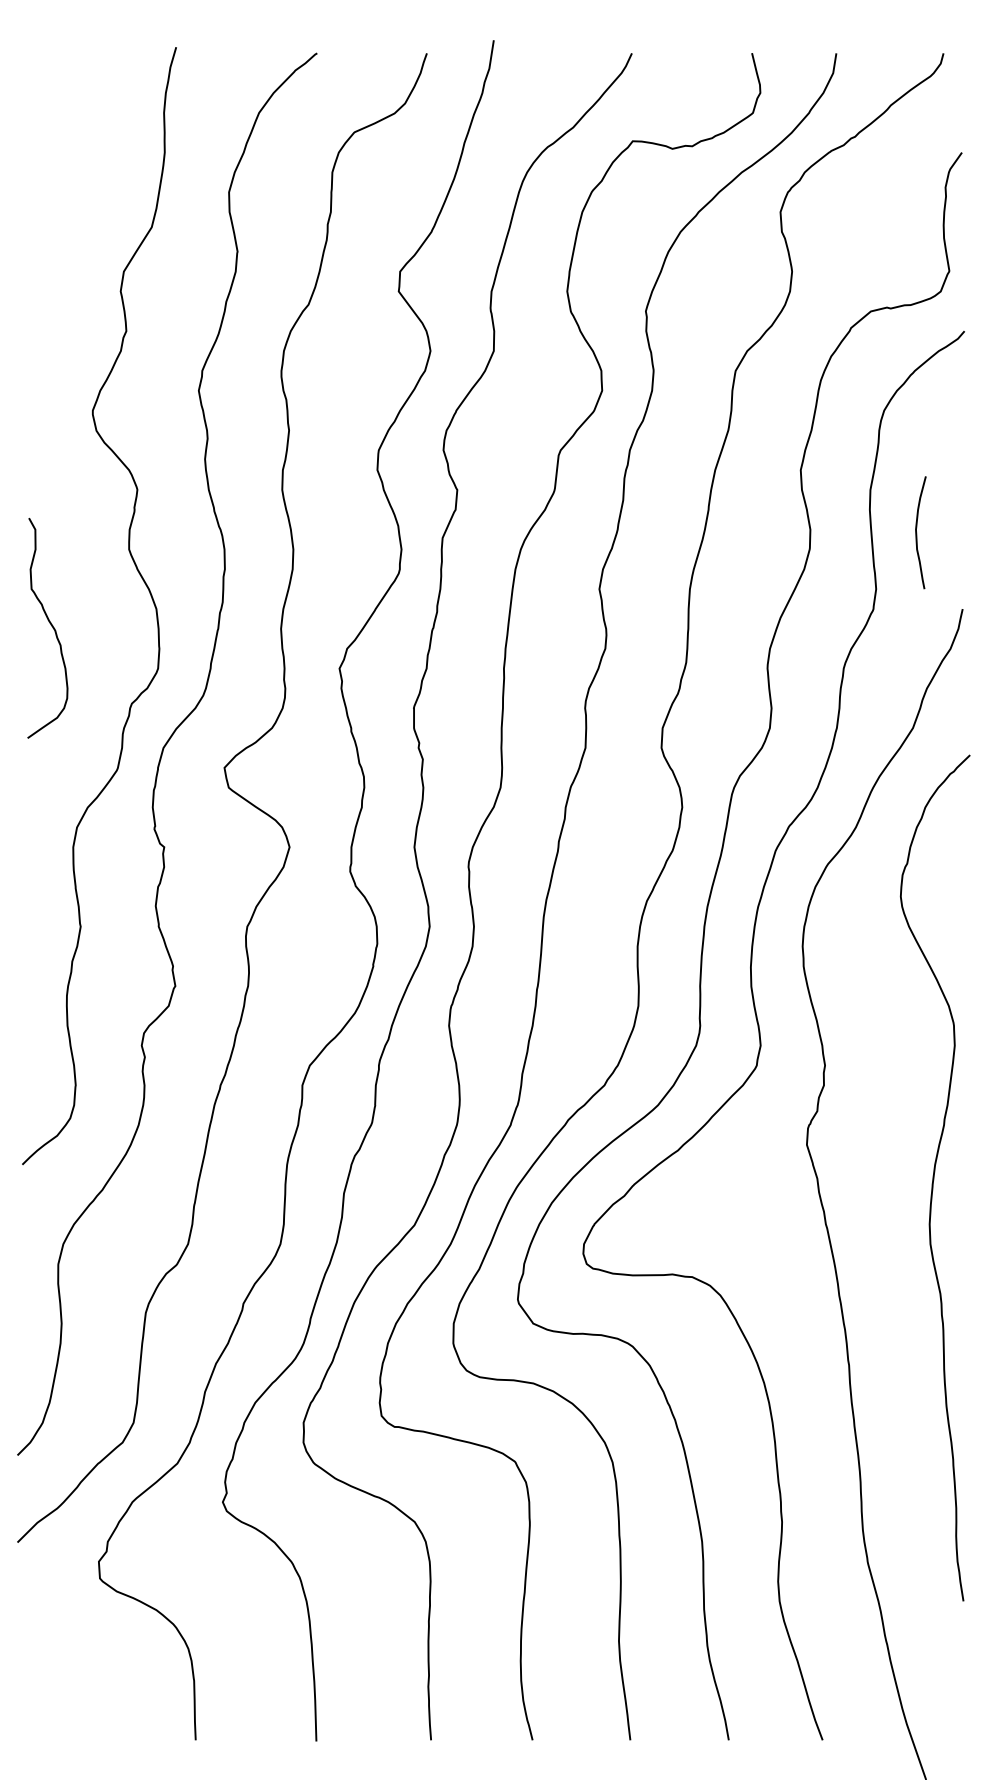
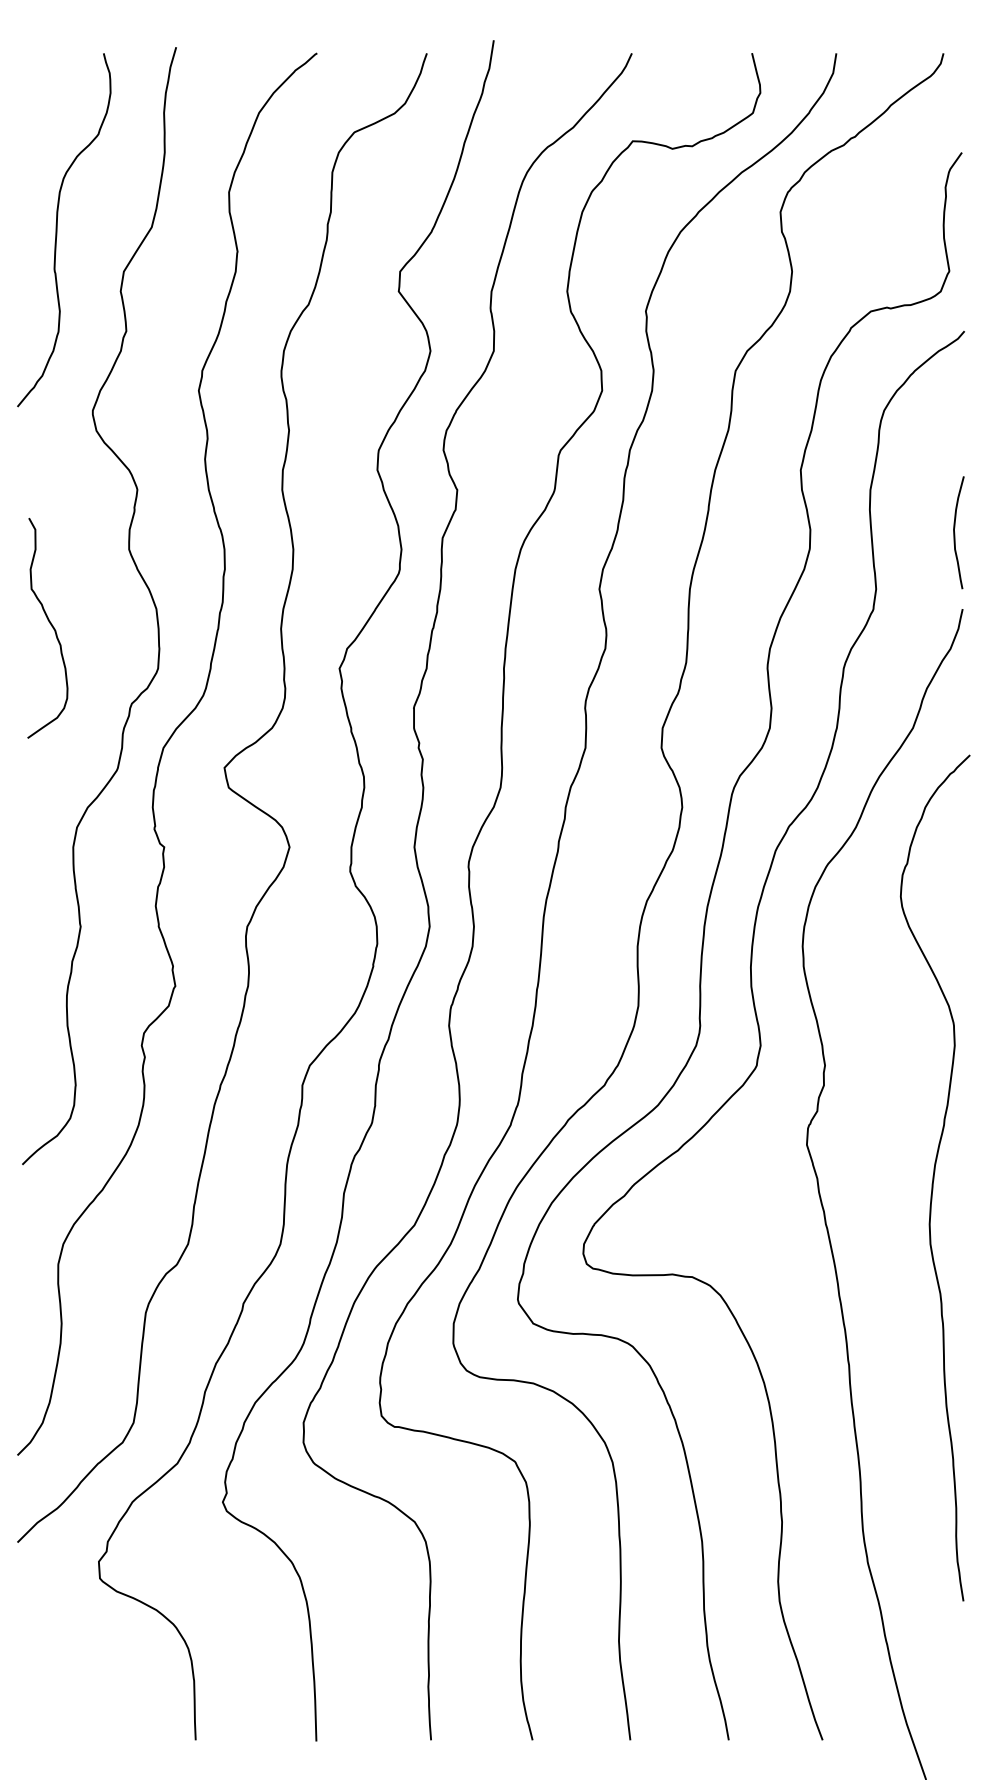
curve at (57, 230): none -> present
curve at (917, 532) position: (917, 532) -> (955, 532)
